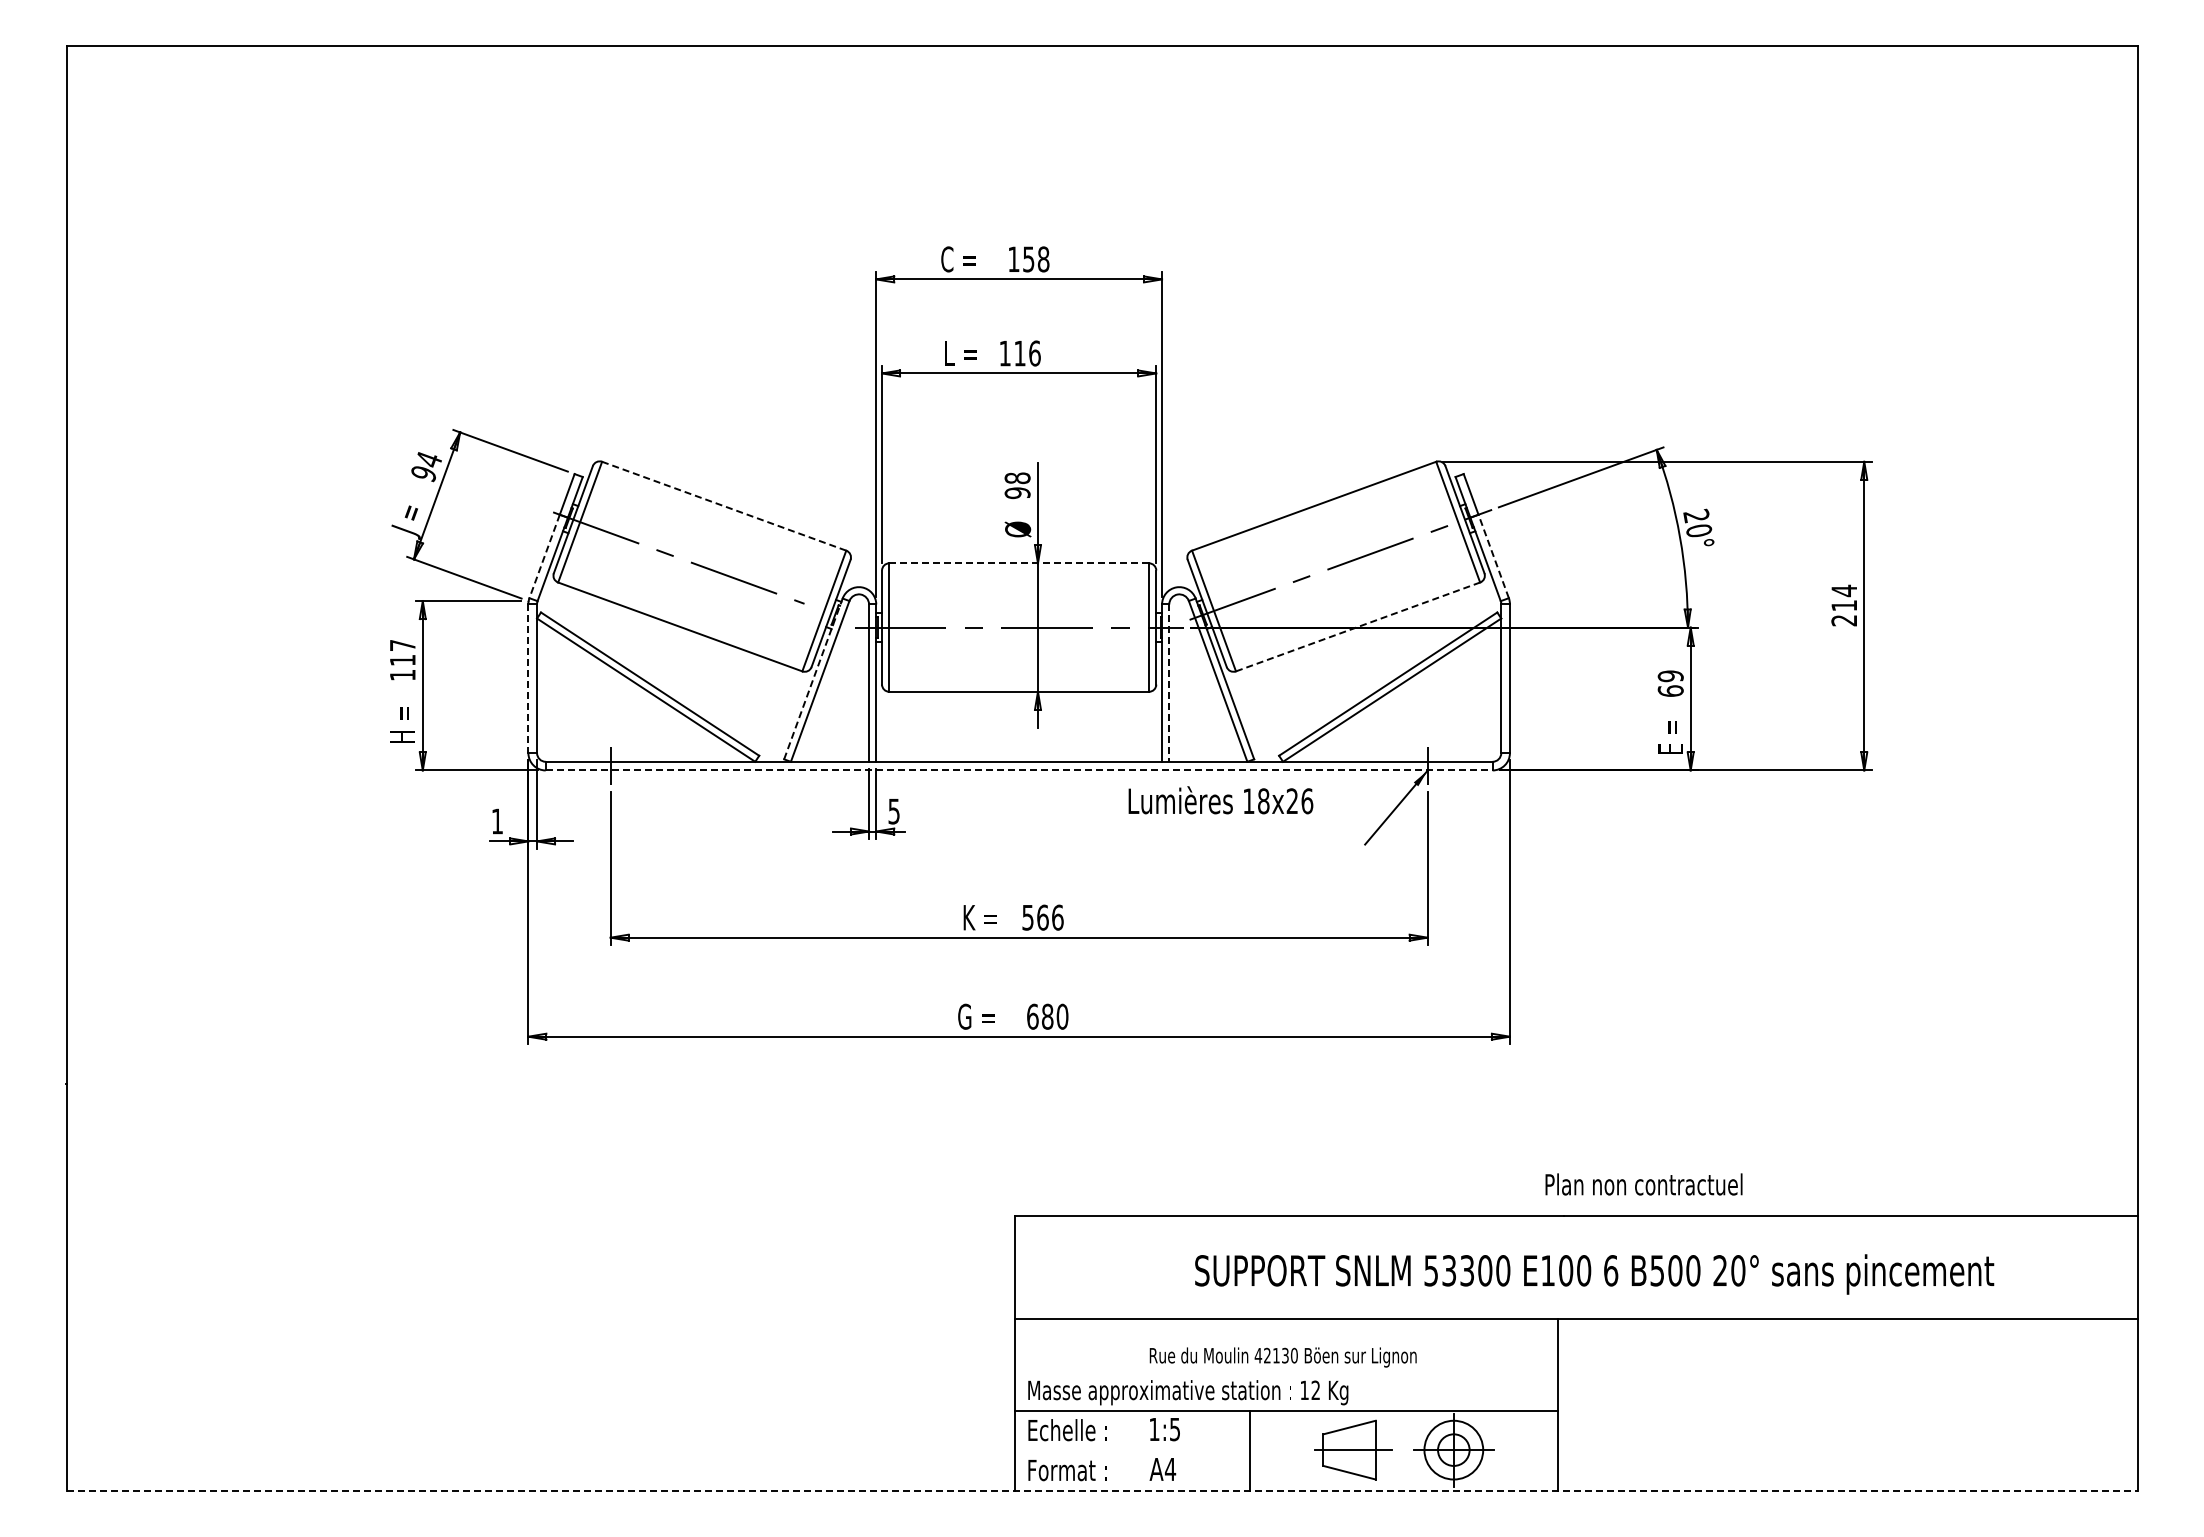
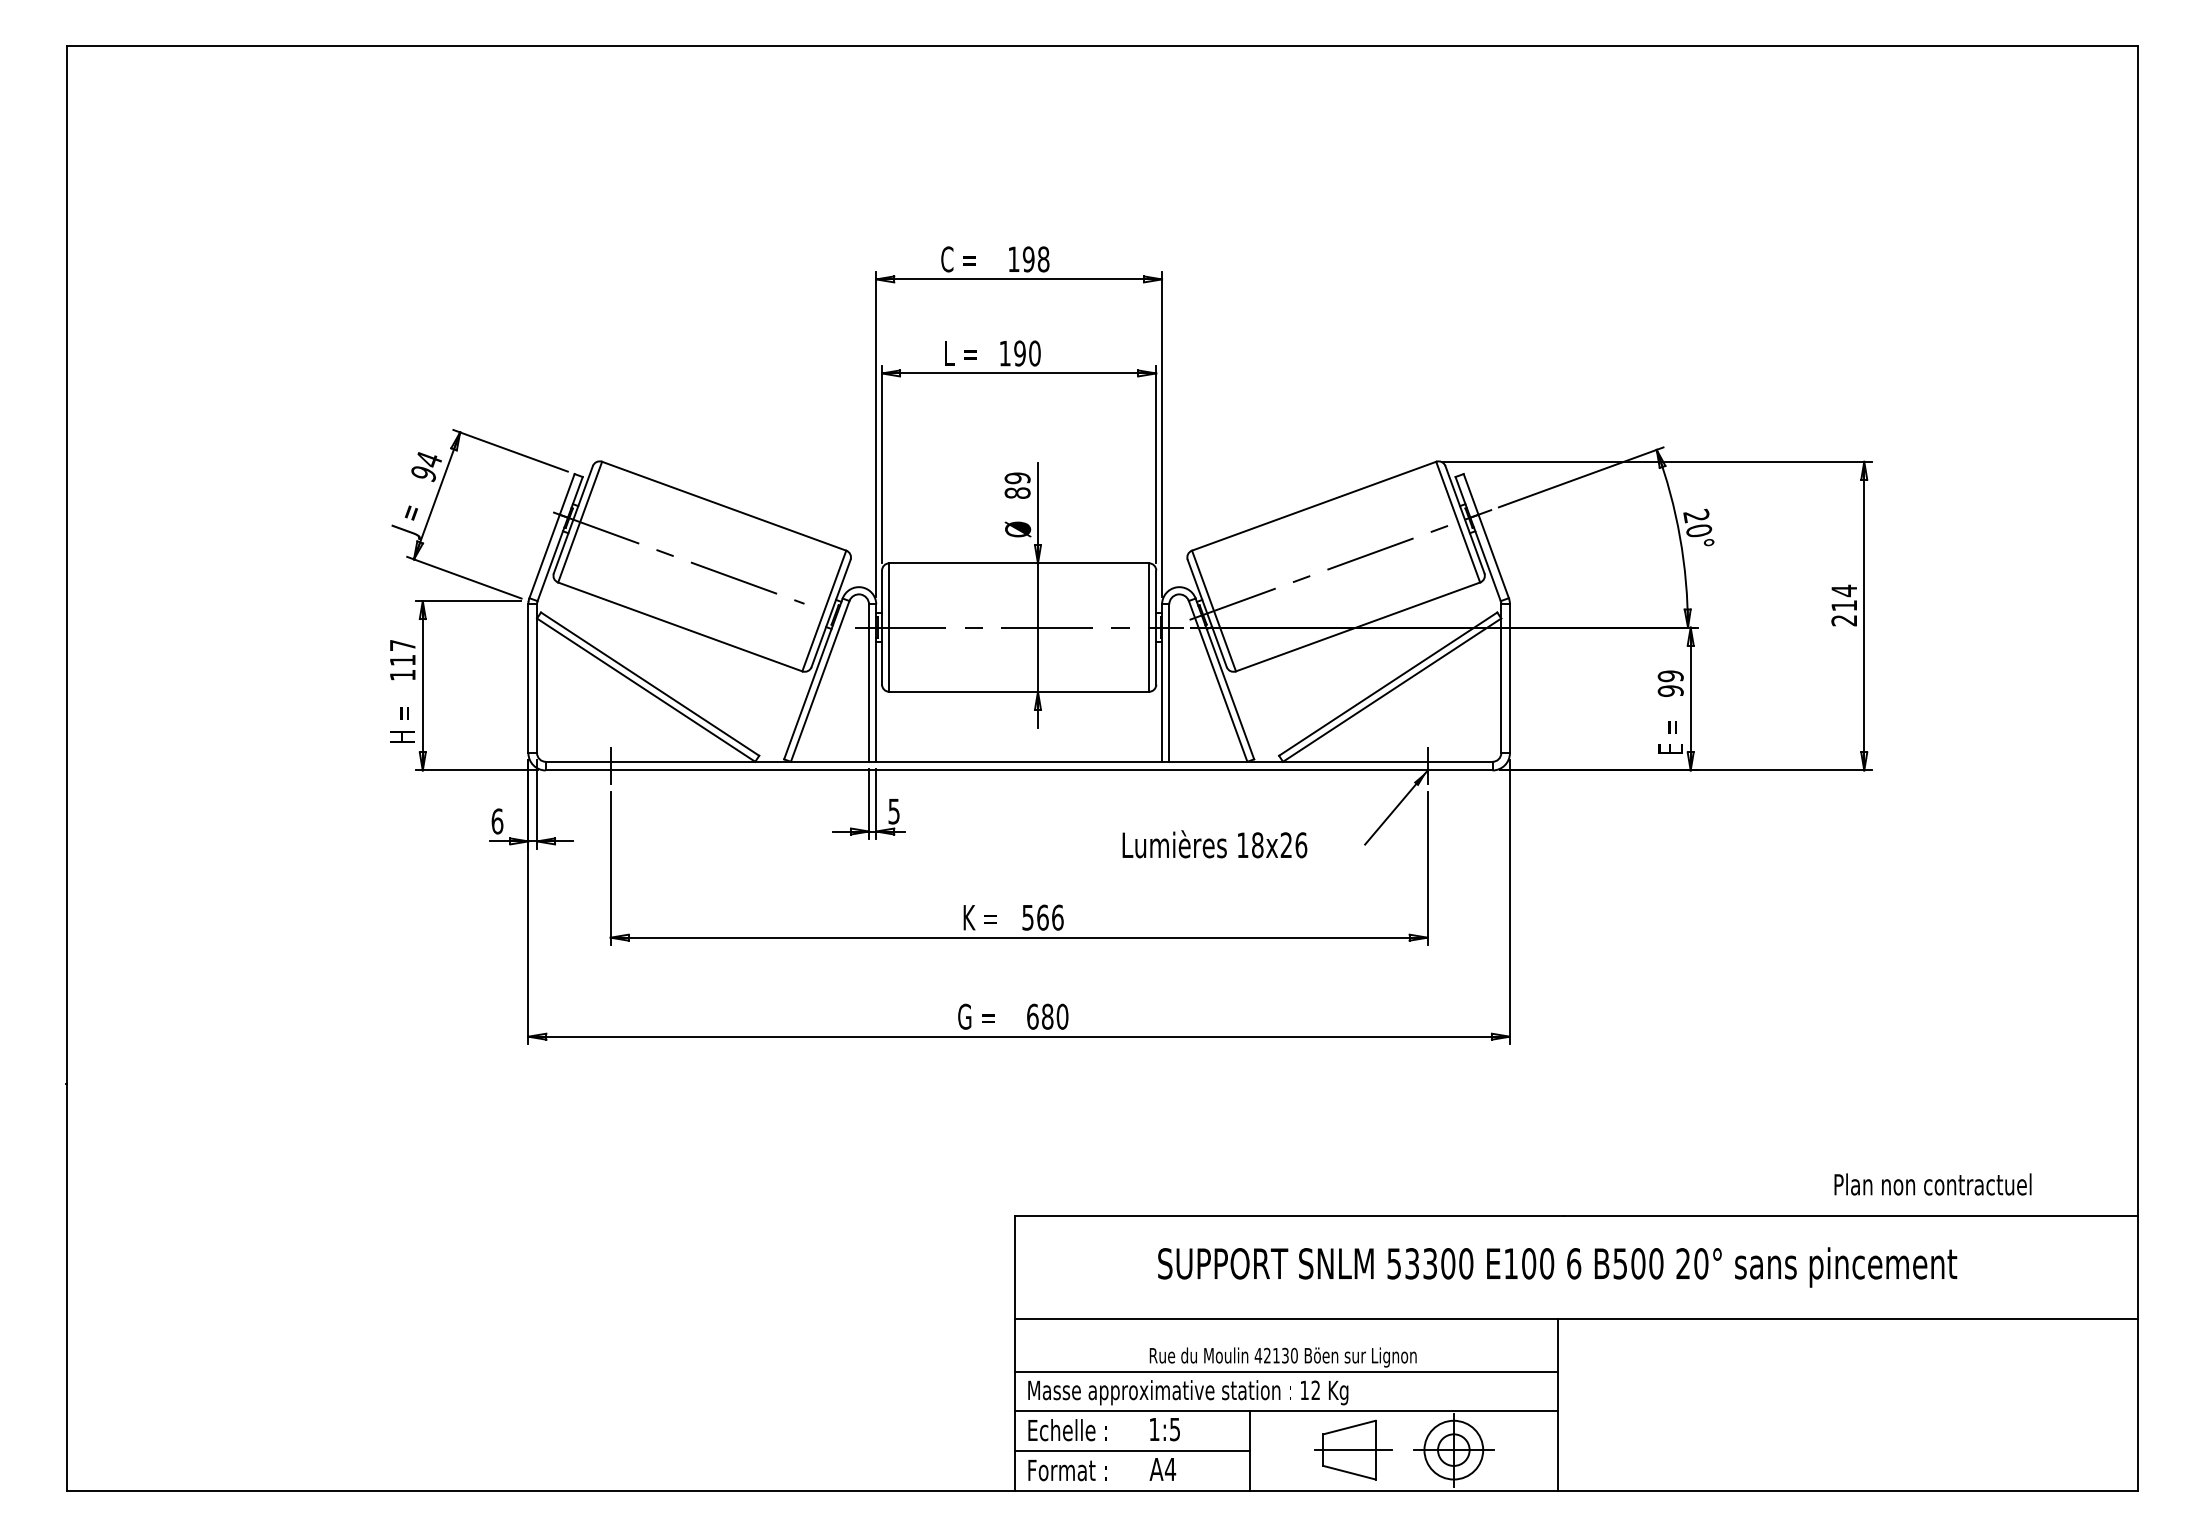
text at (1028, 259): 158 -> 198
text at (1027, 353): 116 -> 190
text at (1017, 485): 98 -> 89
line at (724, 506): dashed -> solid
line at (544, 556): dashed -> solid
line at (1493, 556): dashed -> solid
line at (1019, 563): dashed -> solid
line at (1358, 626): dashed -> solid
line at (528, 678): dashed -> solid
line at (813, 678): dashed -> solid
line at (1169, 683): dashed -> solid
text at (1670, 691): 69 -> 99
line at (1019, 770): dashed -> solid
text at (1220, 800) position: (1220, 800) -> (1214, 844)
text at (497, 821): 1 -> 6
text at (1643, 1184) position: (1643, 1184) -> (1932, 1184)
text at (1594, 1274) position: (1594, 1274) -> (1557, 1267)
line at (1286, 1371): none -> present
line at (1132, 1450): none -> present
line at (1102, 1490): dashed -> solid
